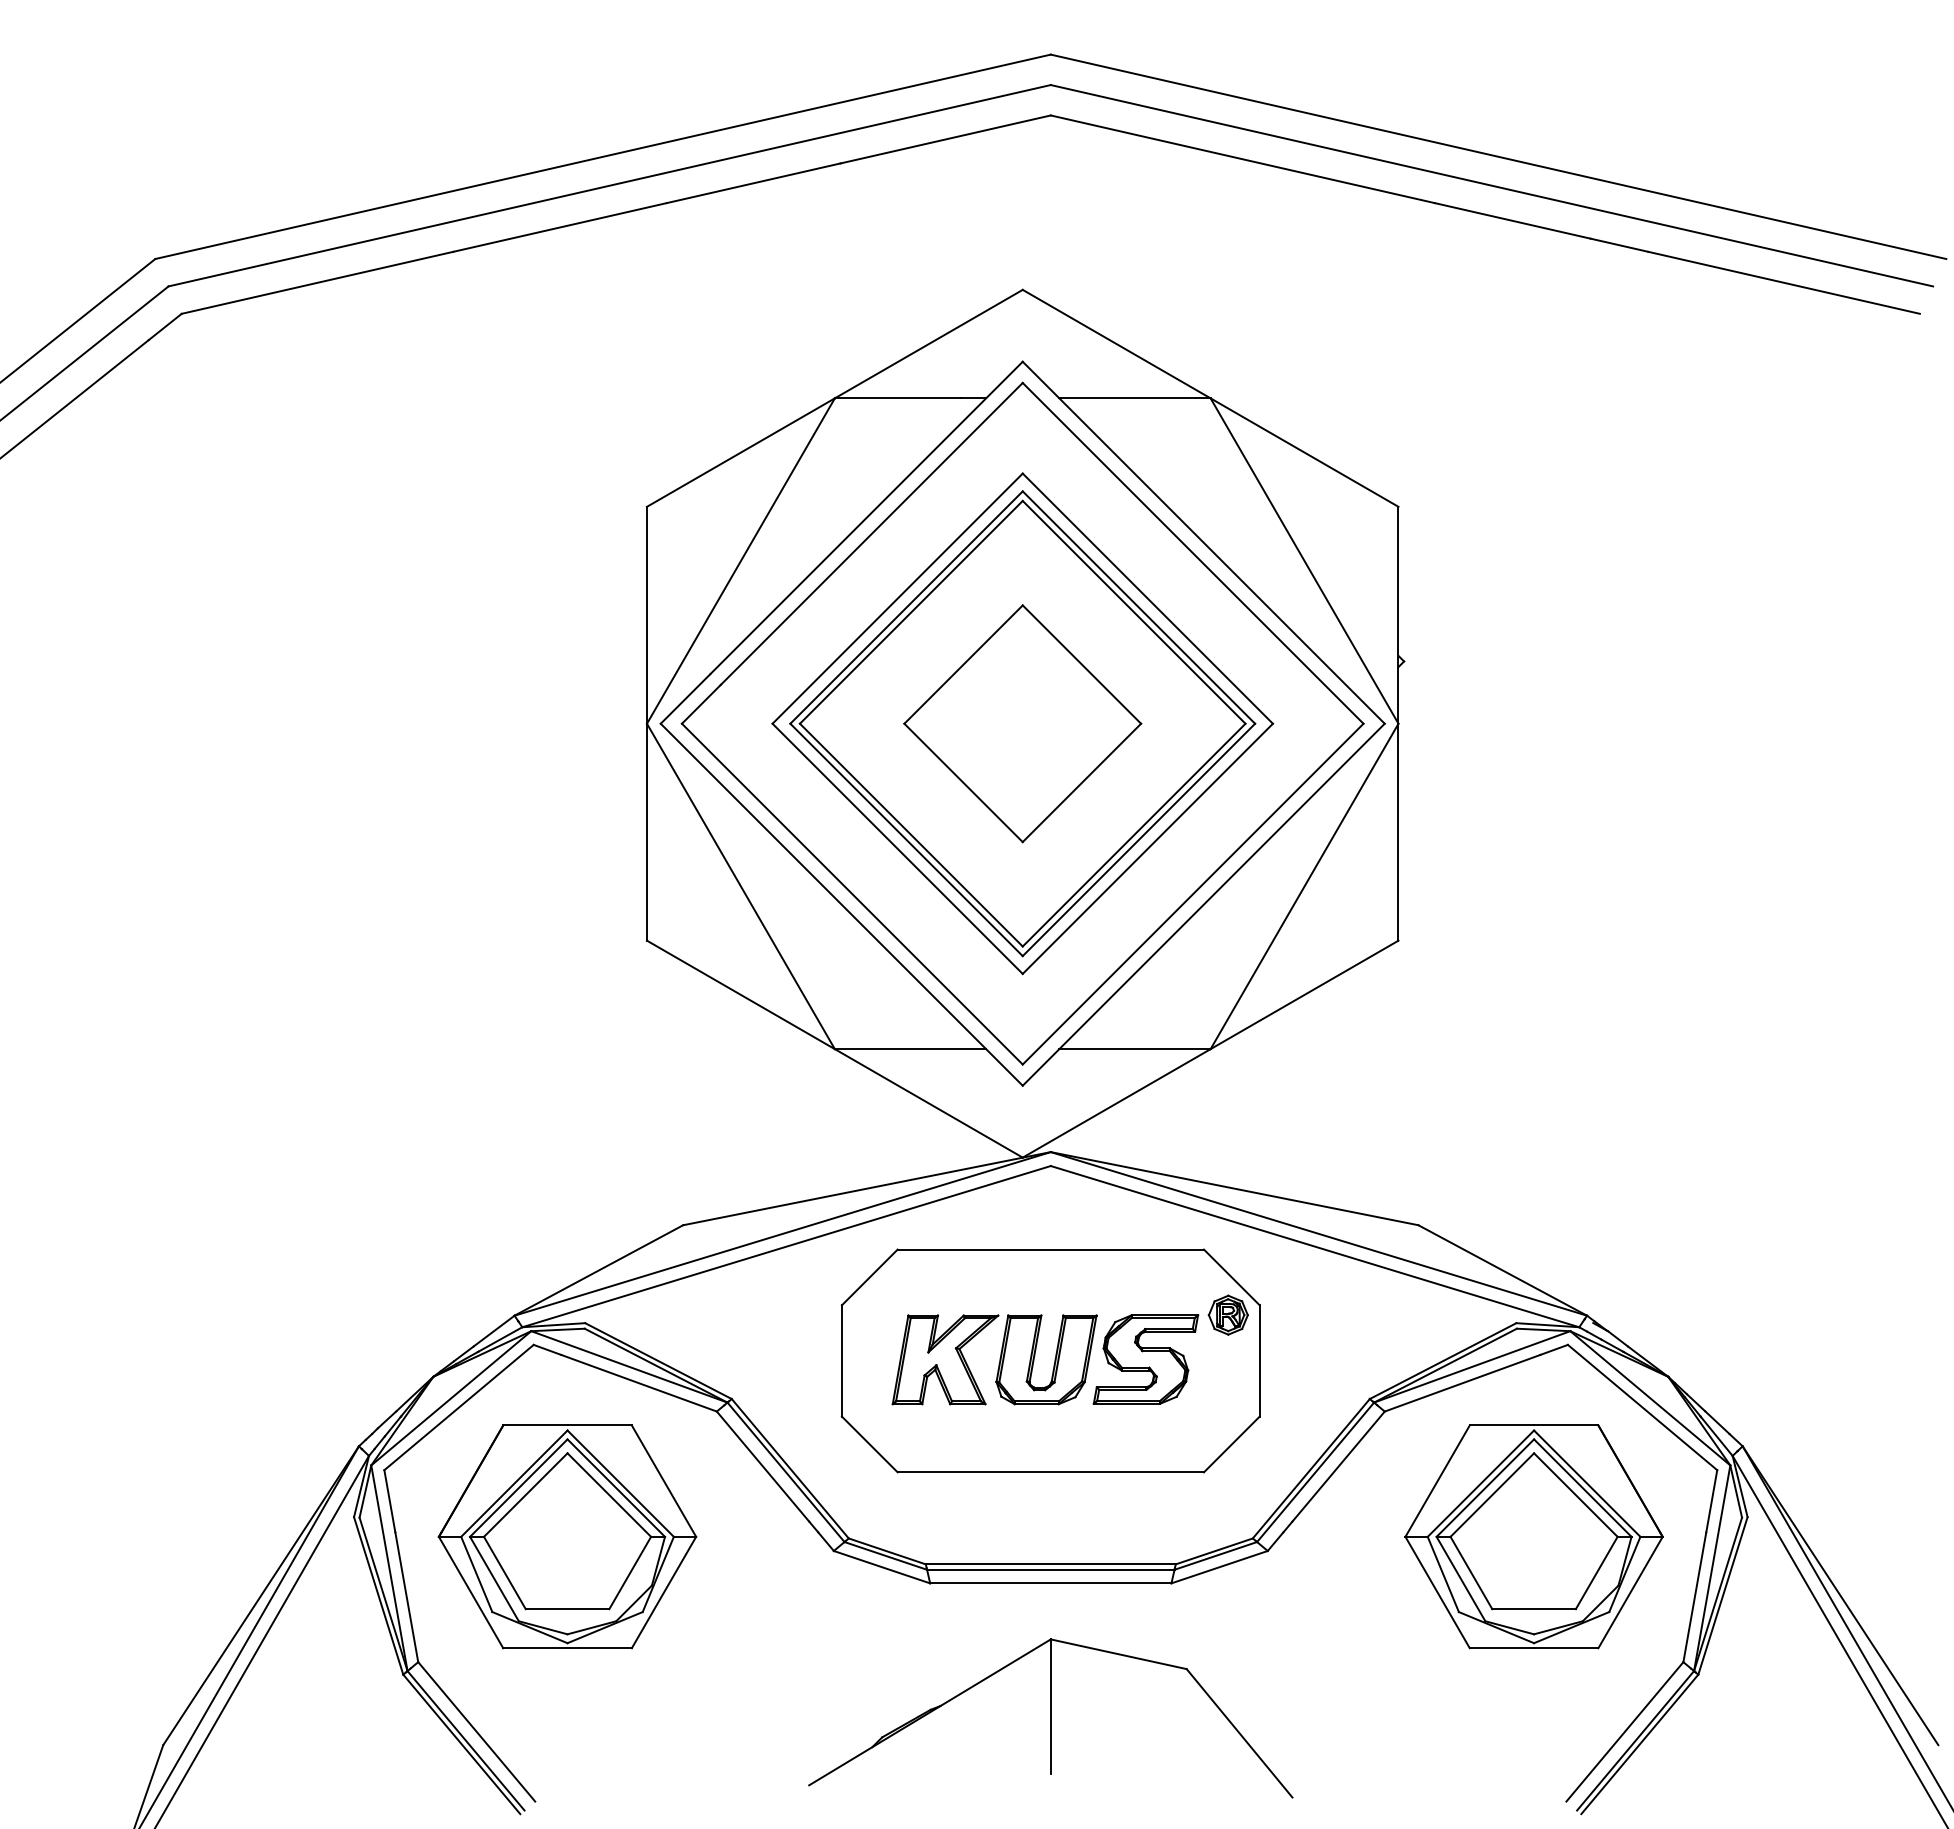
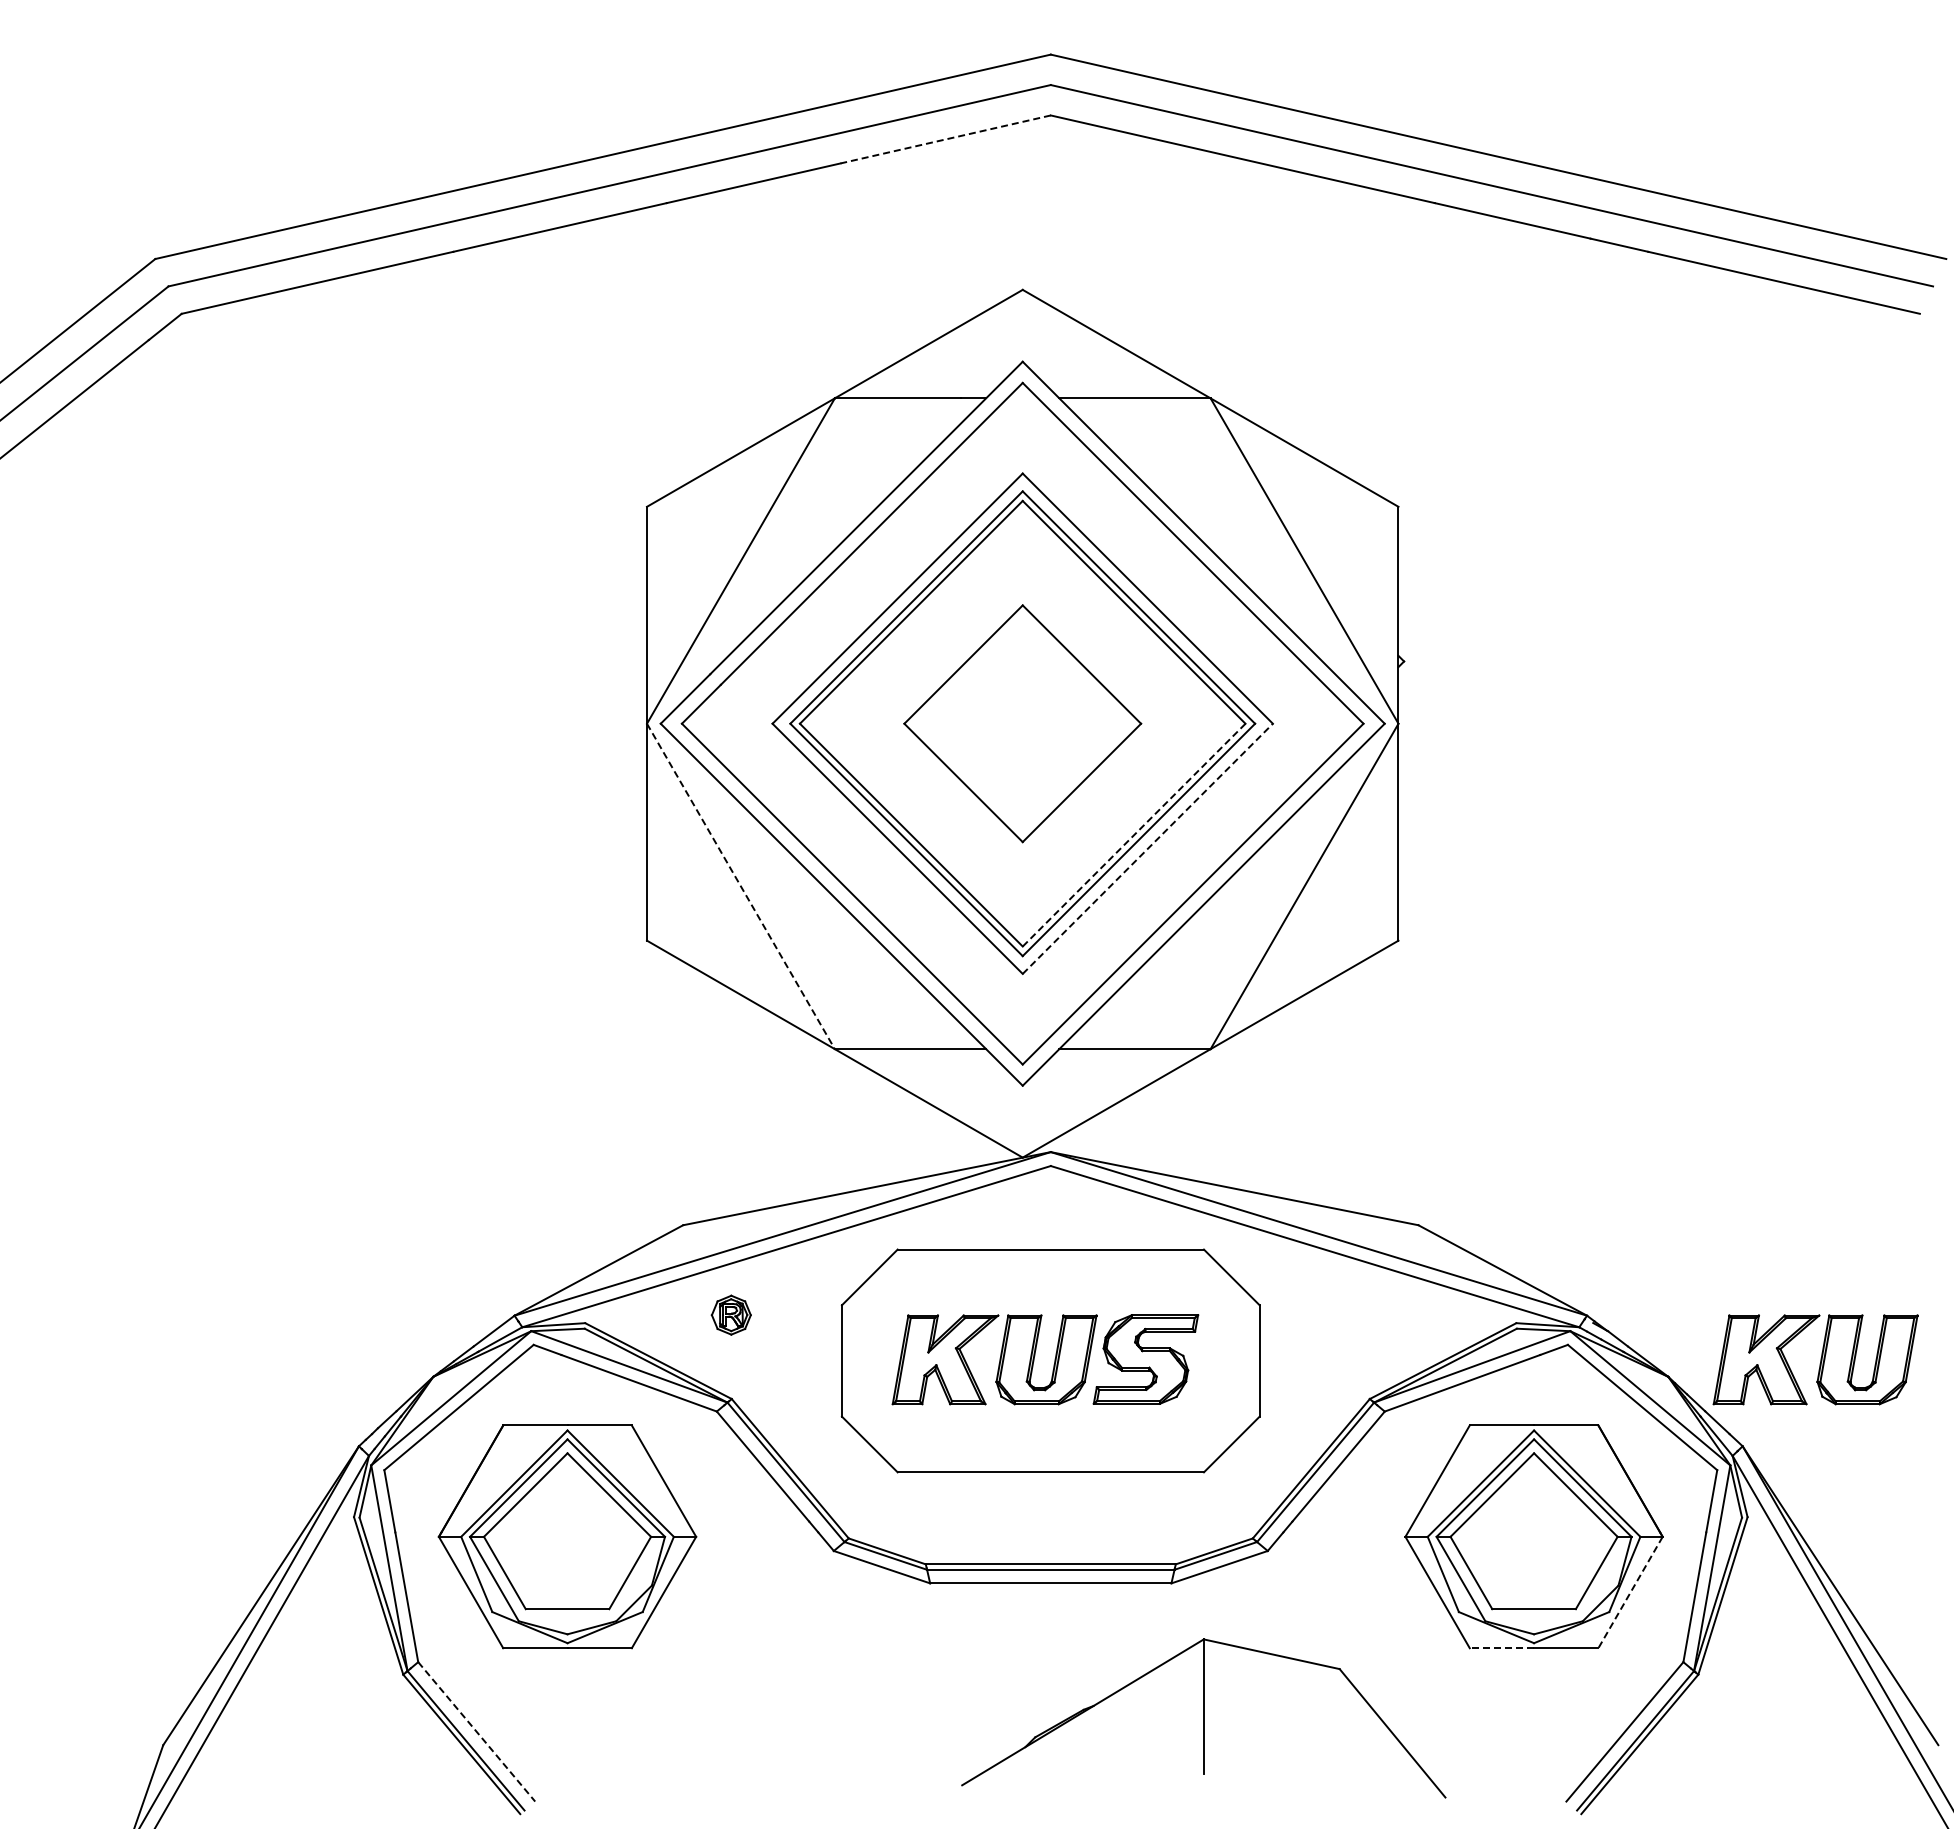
line at (945, 139): solid -> dashed
line at (1134, 835): solid -> dashed
line at (1147, 848): solid -> dashed
line at (740, 886): solid -> dashed
part at (1227, 1314) position: (1227, 1314) -> (730, 1314)
part at (1815, 1359): none -> present
line at (1630, 1592): solid -> dashed
line at (1501, 1648): solid -> dashed
part at (1050, 1718) position: (1050, 1718) -> (1203, 1718)
line at (477, 1732): solid -> dashed
